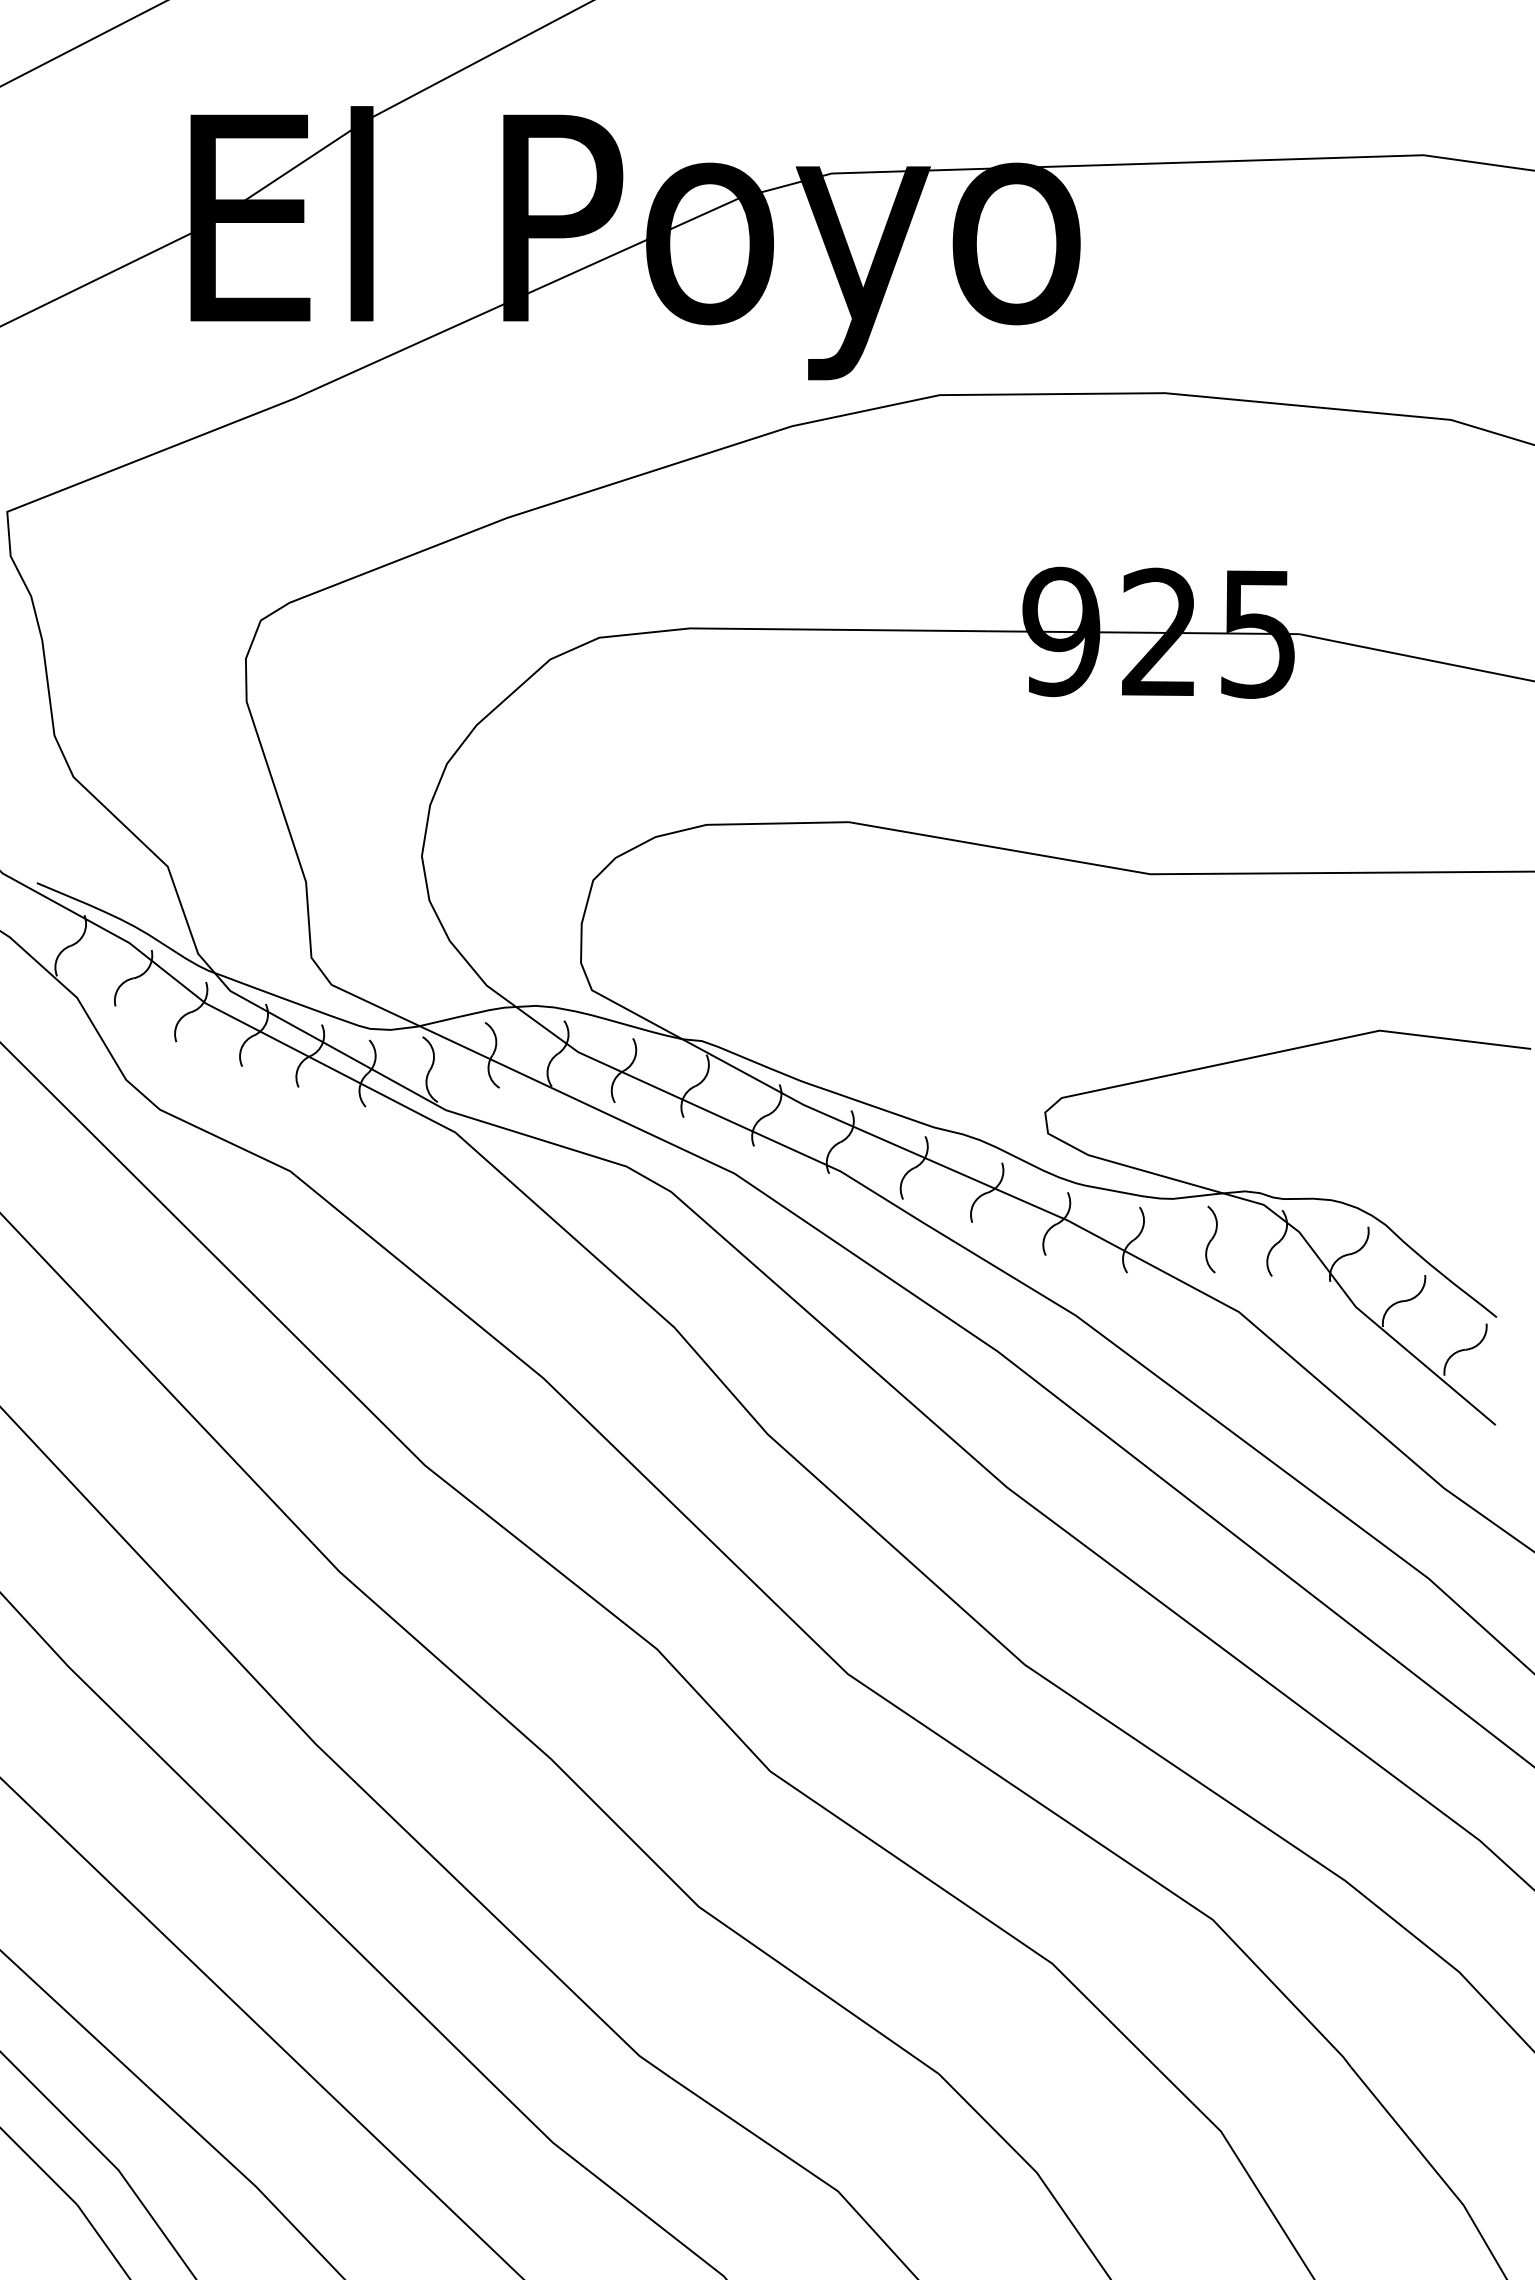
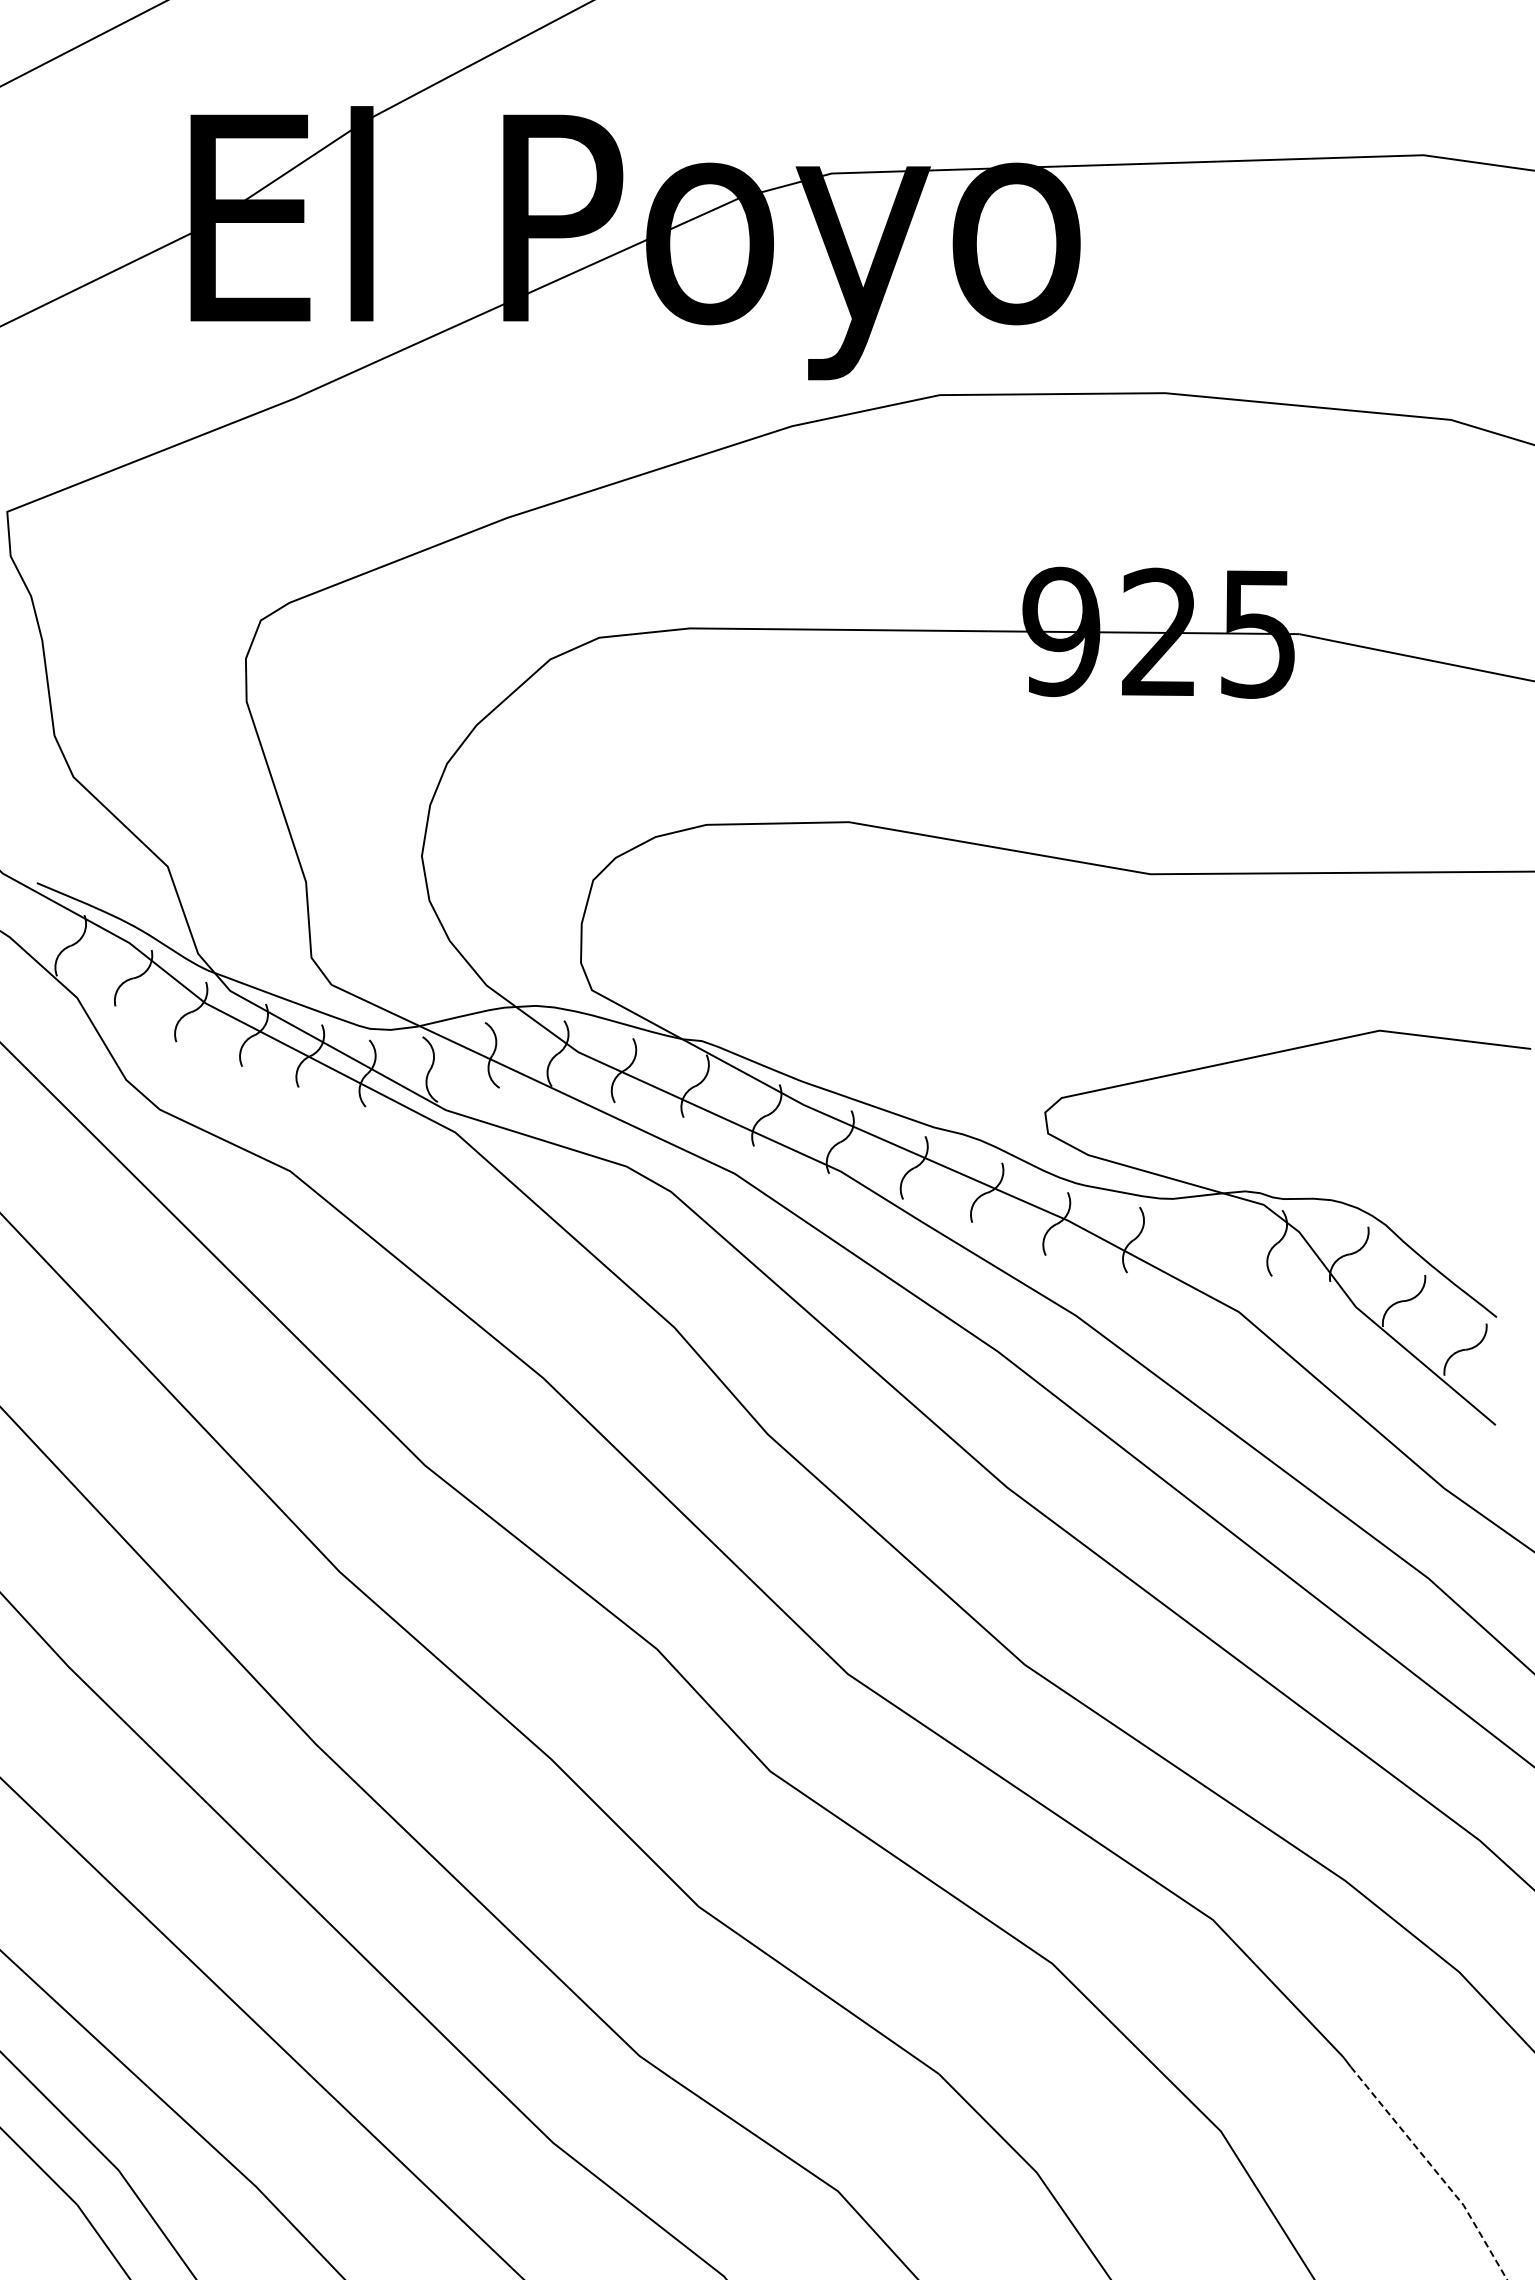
part at (1211, 1239): present -> none
line at (1434, 2169): solid -> dashed
